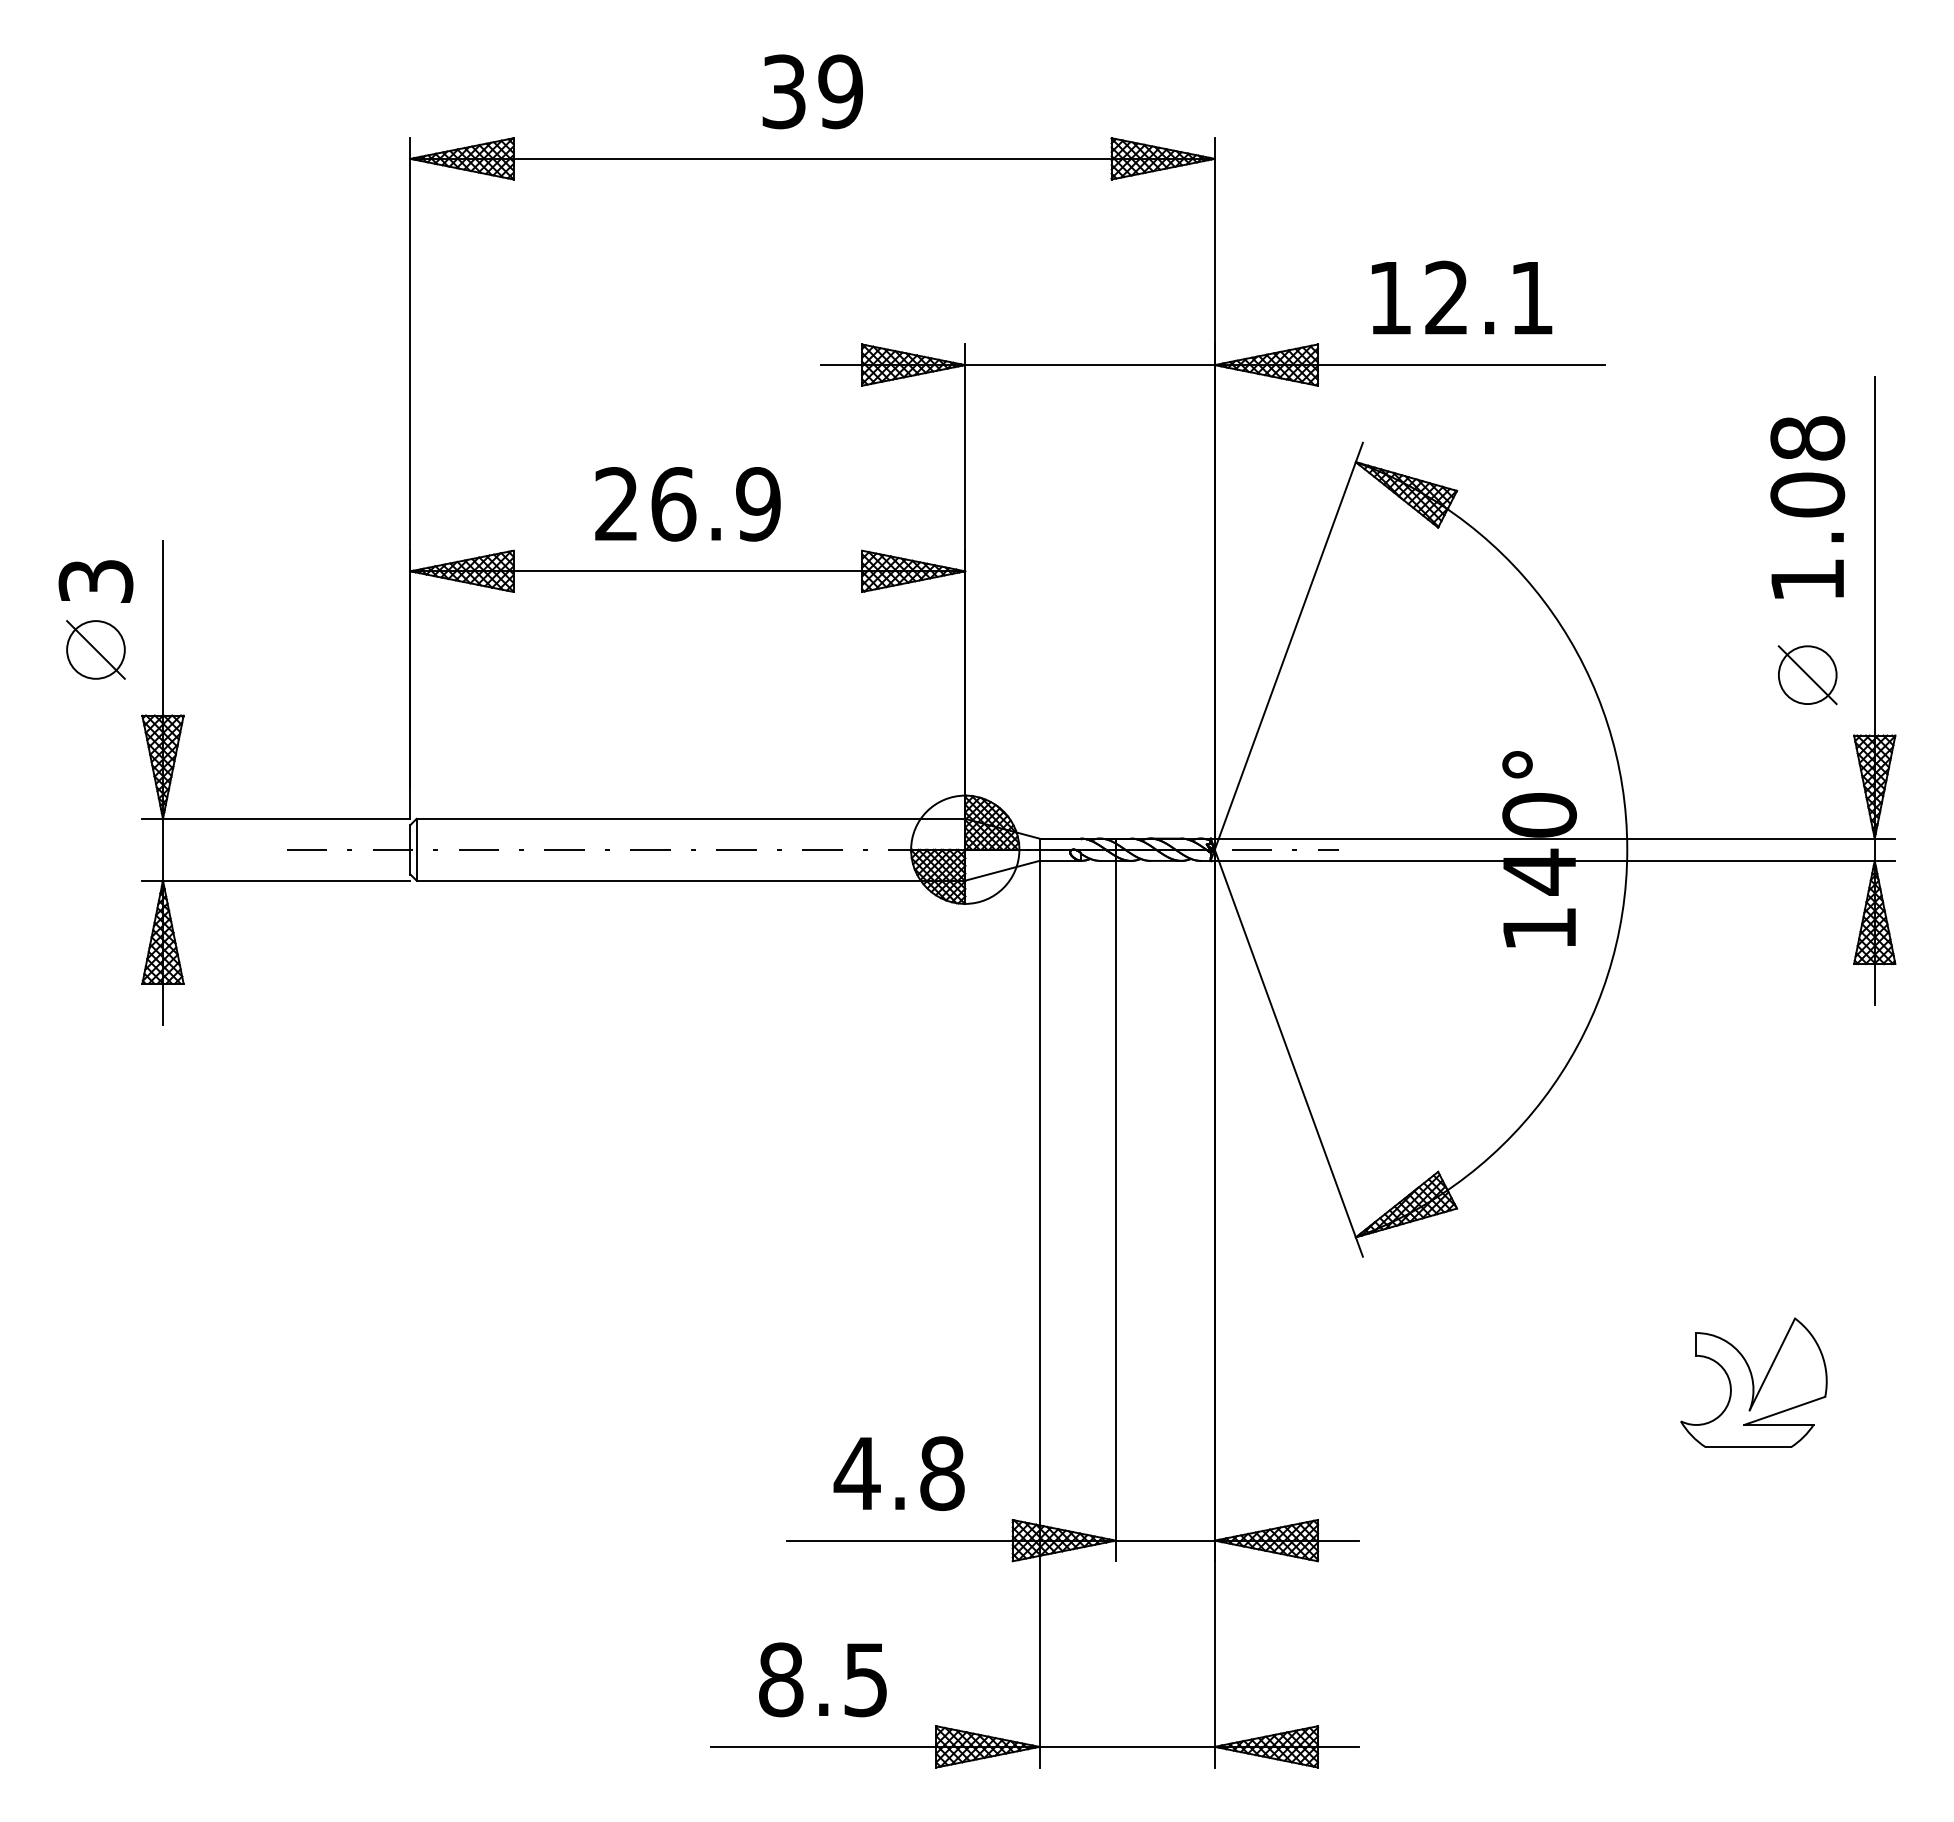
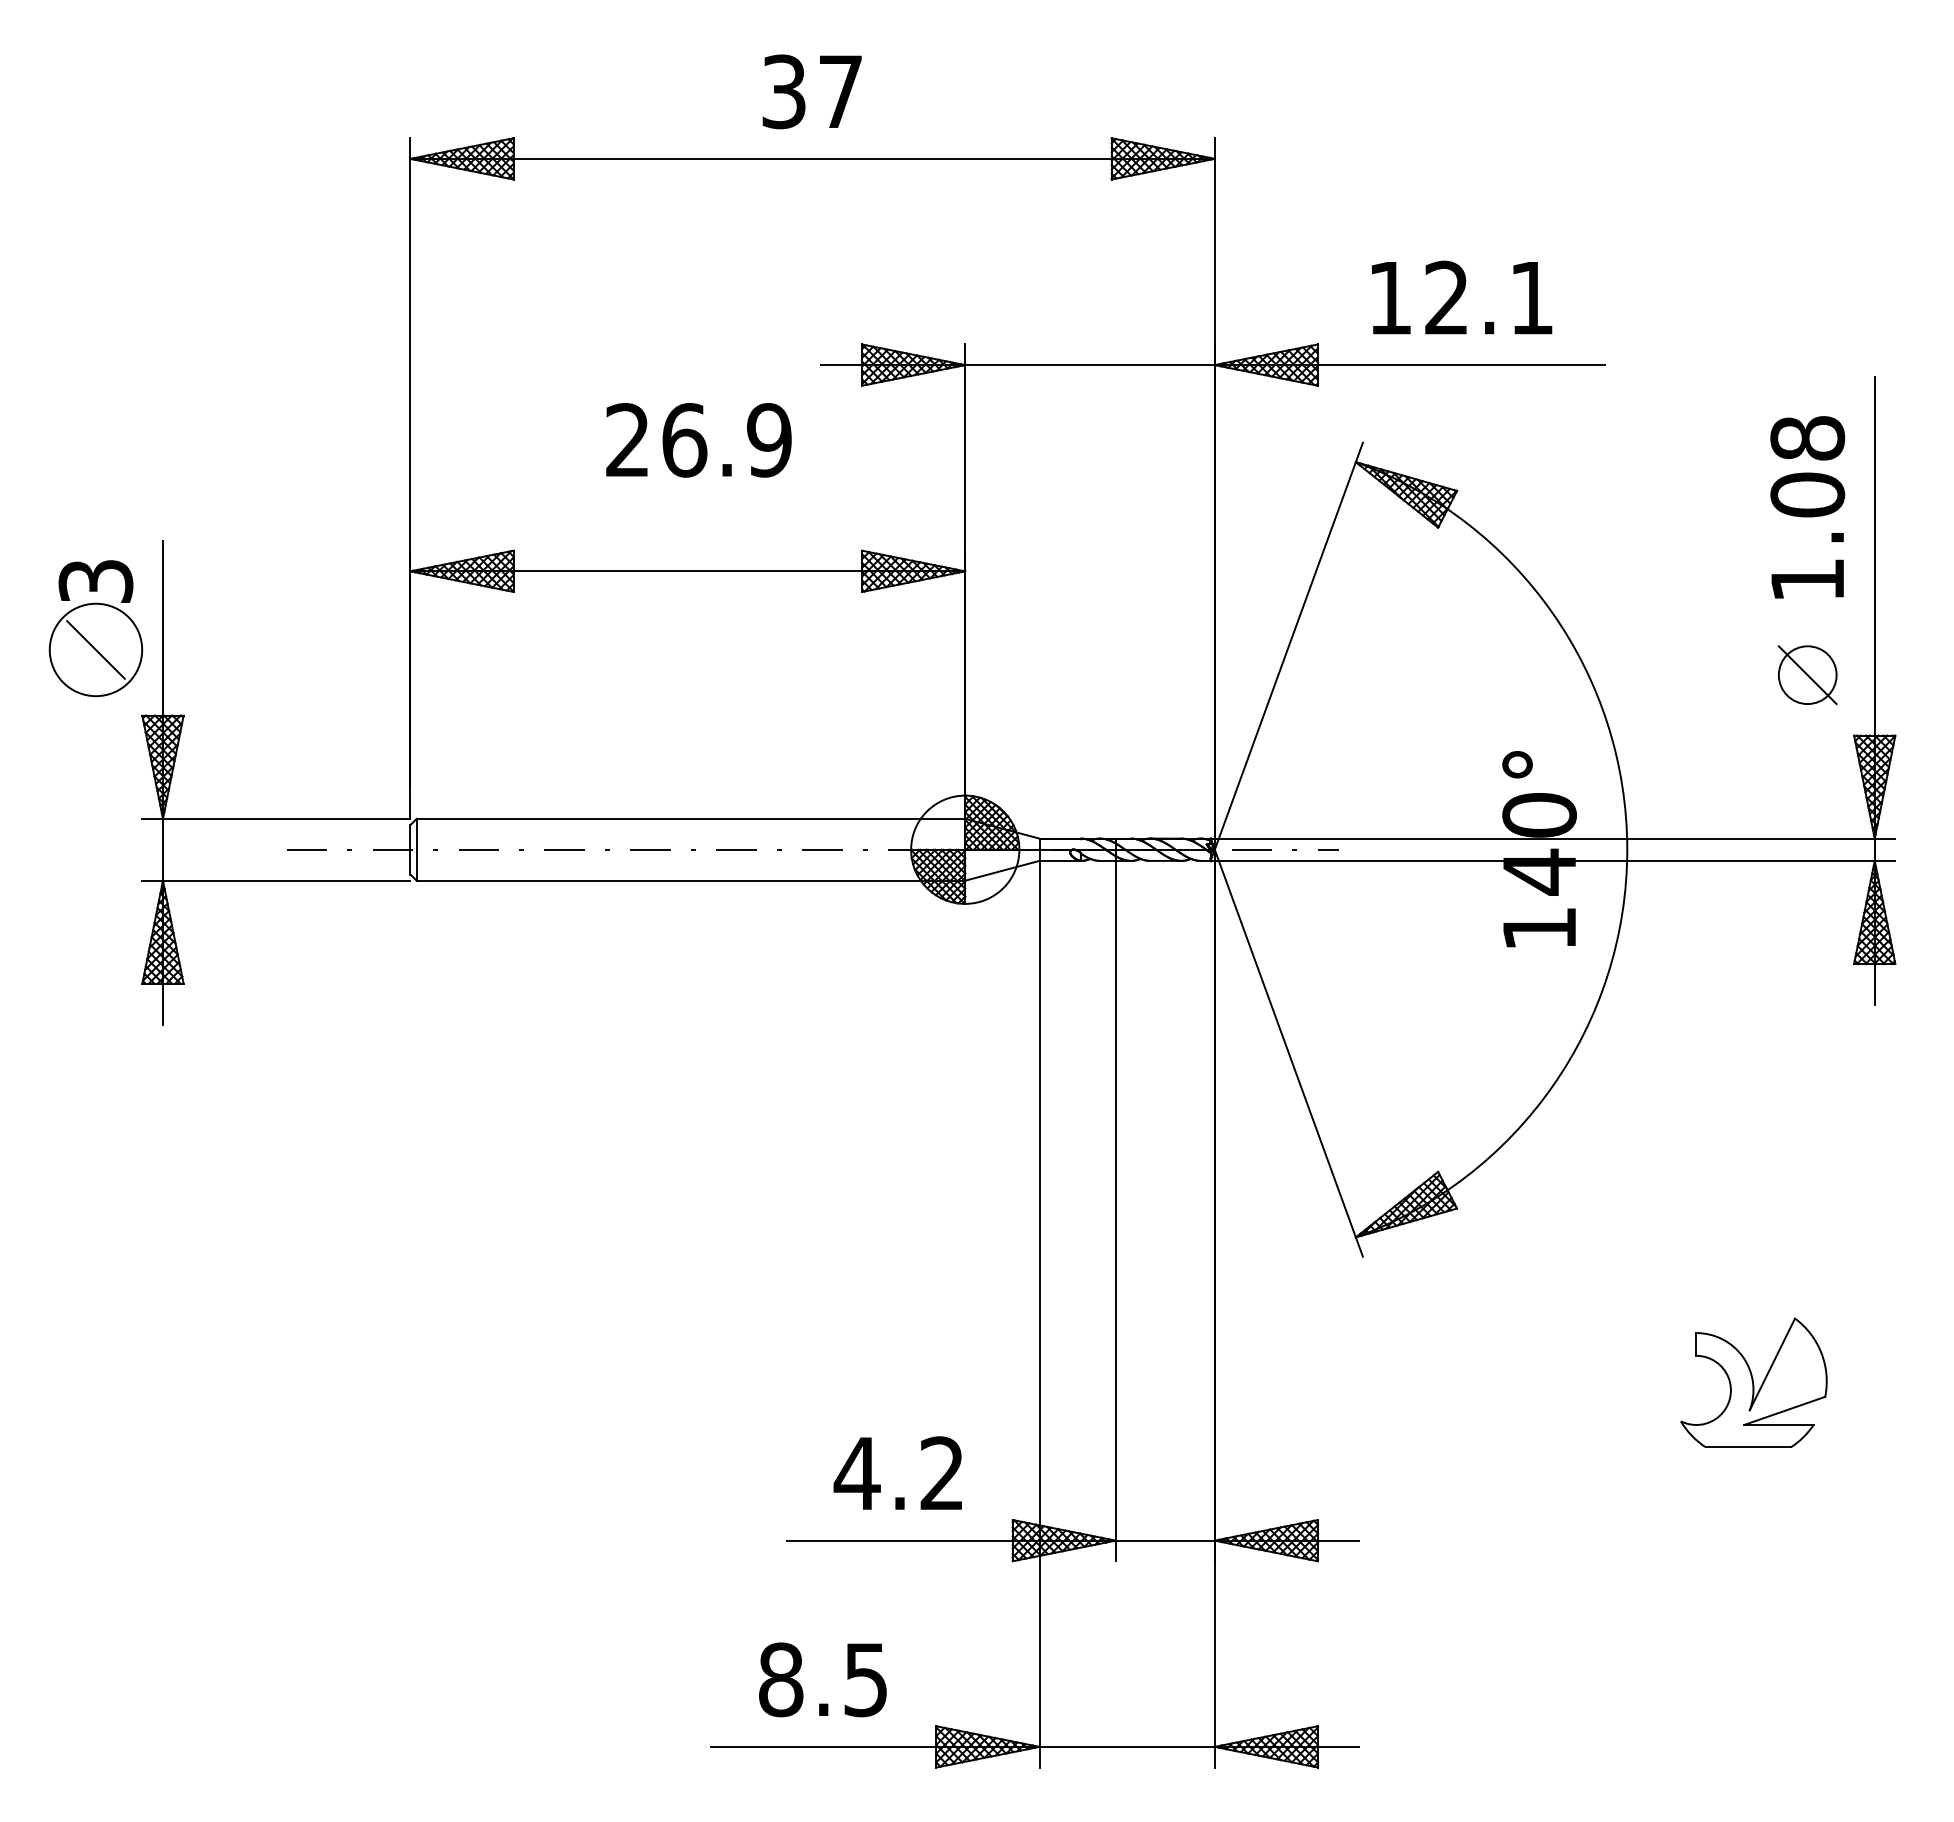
text at (840, 91): 39 -> 37
text at (687, 504) position: (687, 504) -> (698, 440)
circle at (95, 649) diameter: 58 px -> 92 px
text at (942, 1473): 4.8 -> 4.2
